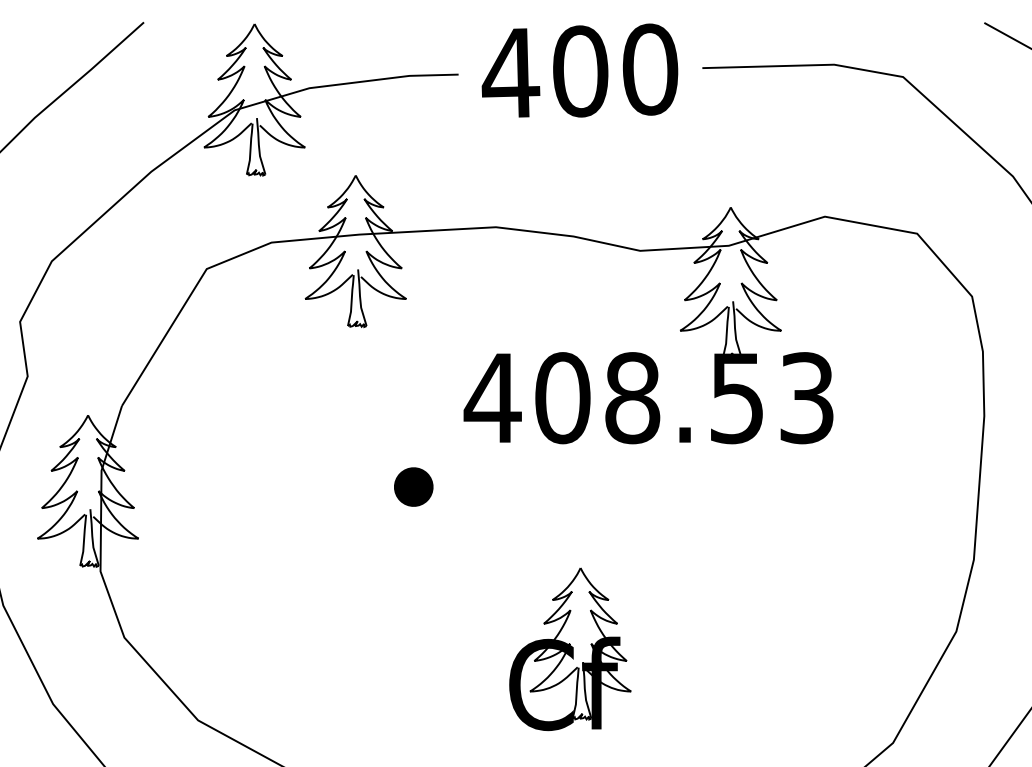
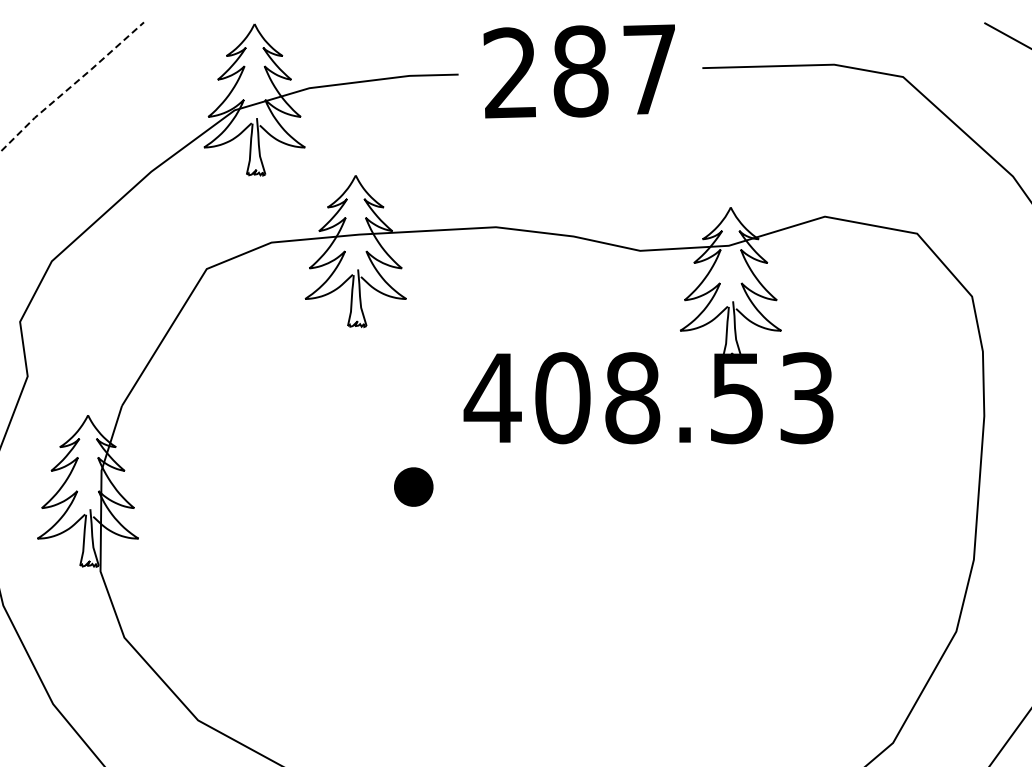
text at (579, 70): 400 -> 287
line at (71, 86): solid -> dashed
part at (570, 649): present -> none
